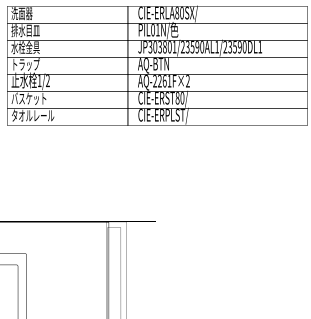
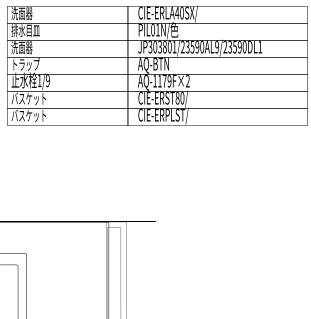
text at (177, 12): CIE-ERLA80SX/ -> CIE-ERLA40SX/
text at (25, 47): 水栓金具 -> 洗面器
text at (216, 47): JP303801/23590AL1/23590DL1 -> JP303801/23590AL9/23590DL1
text at (47, 81): 1/2 -> 1/9
text at (162, 81): AQ-2261F×2 -> AQ-1179F×2
text at (32, 115): タオルレール -> バスケット
